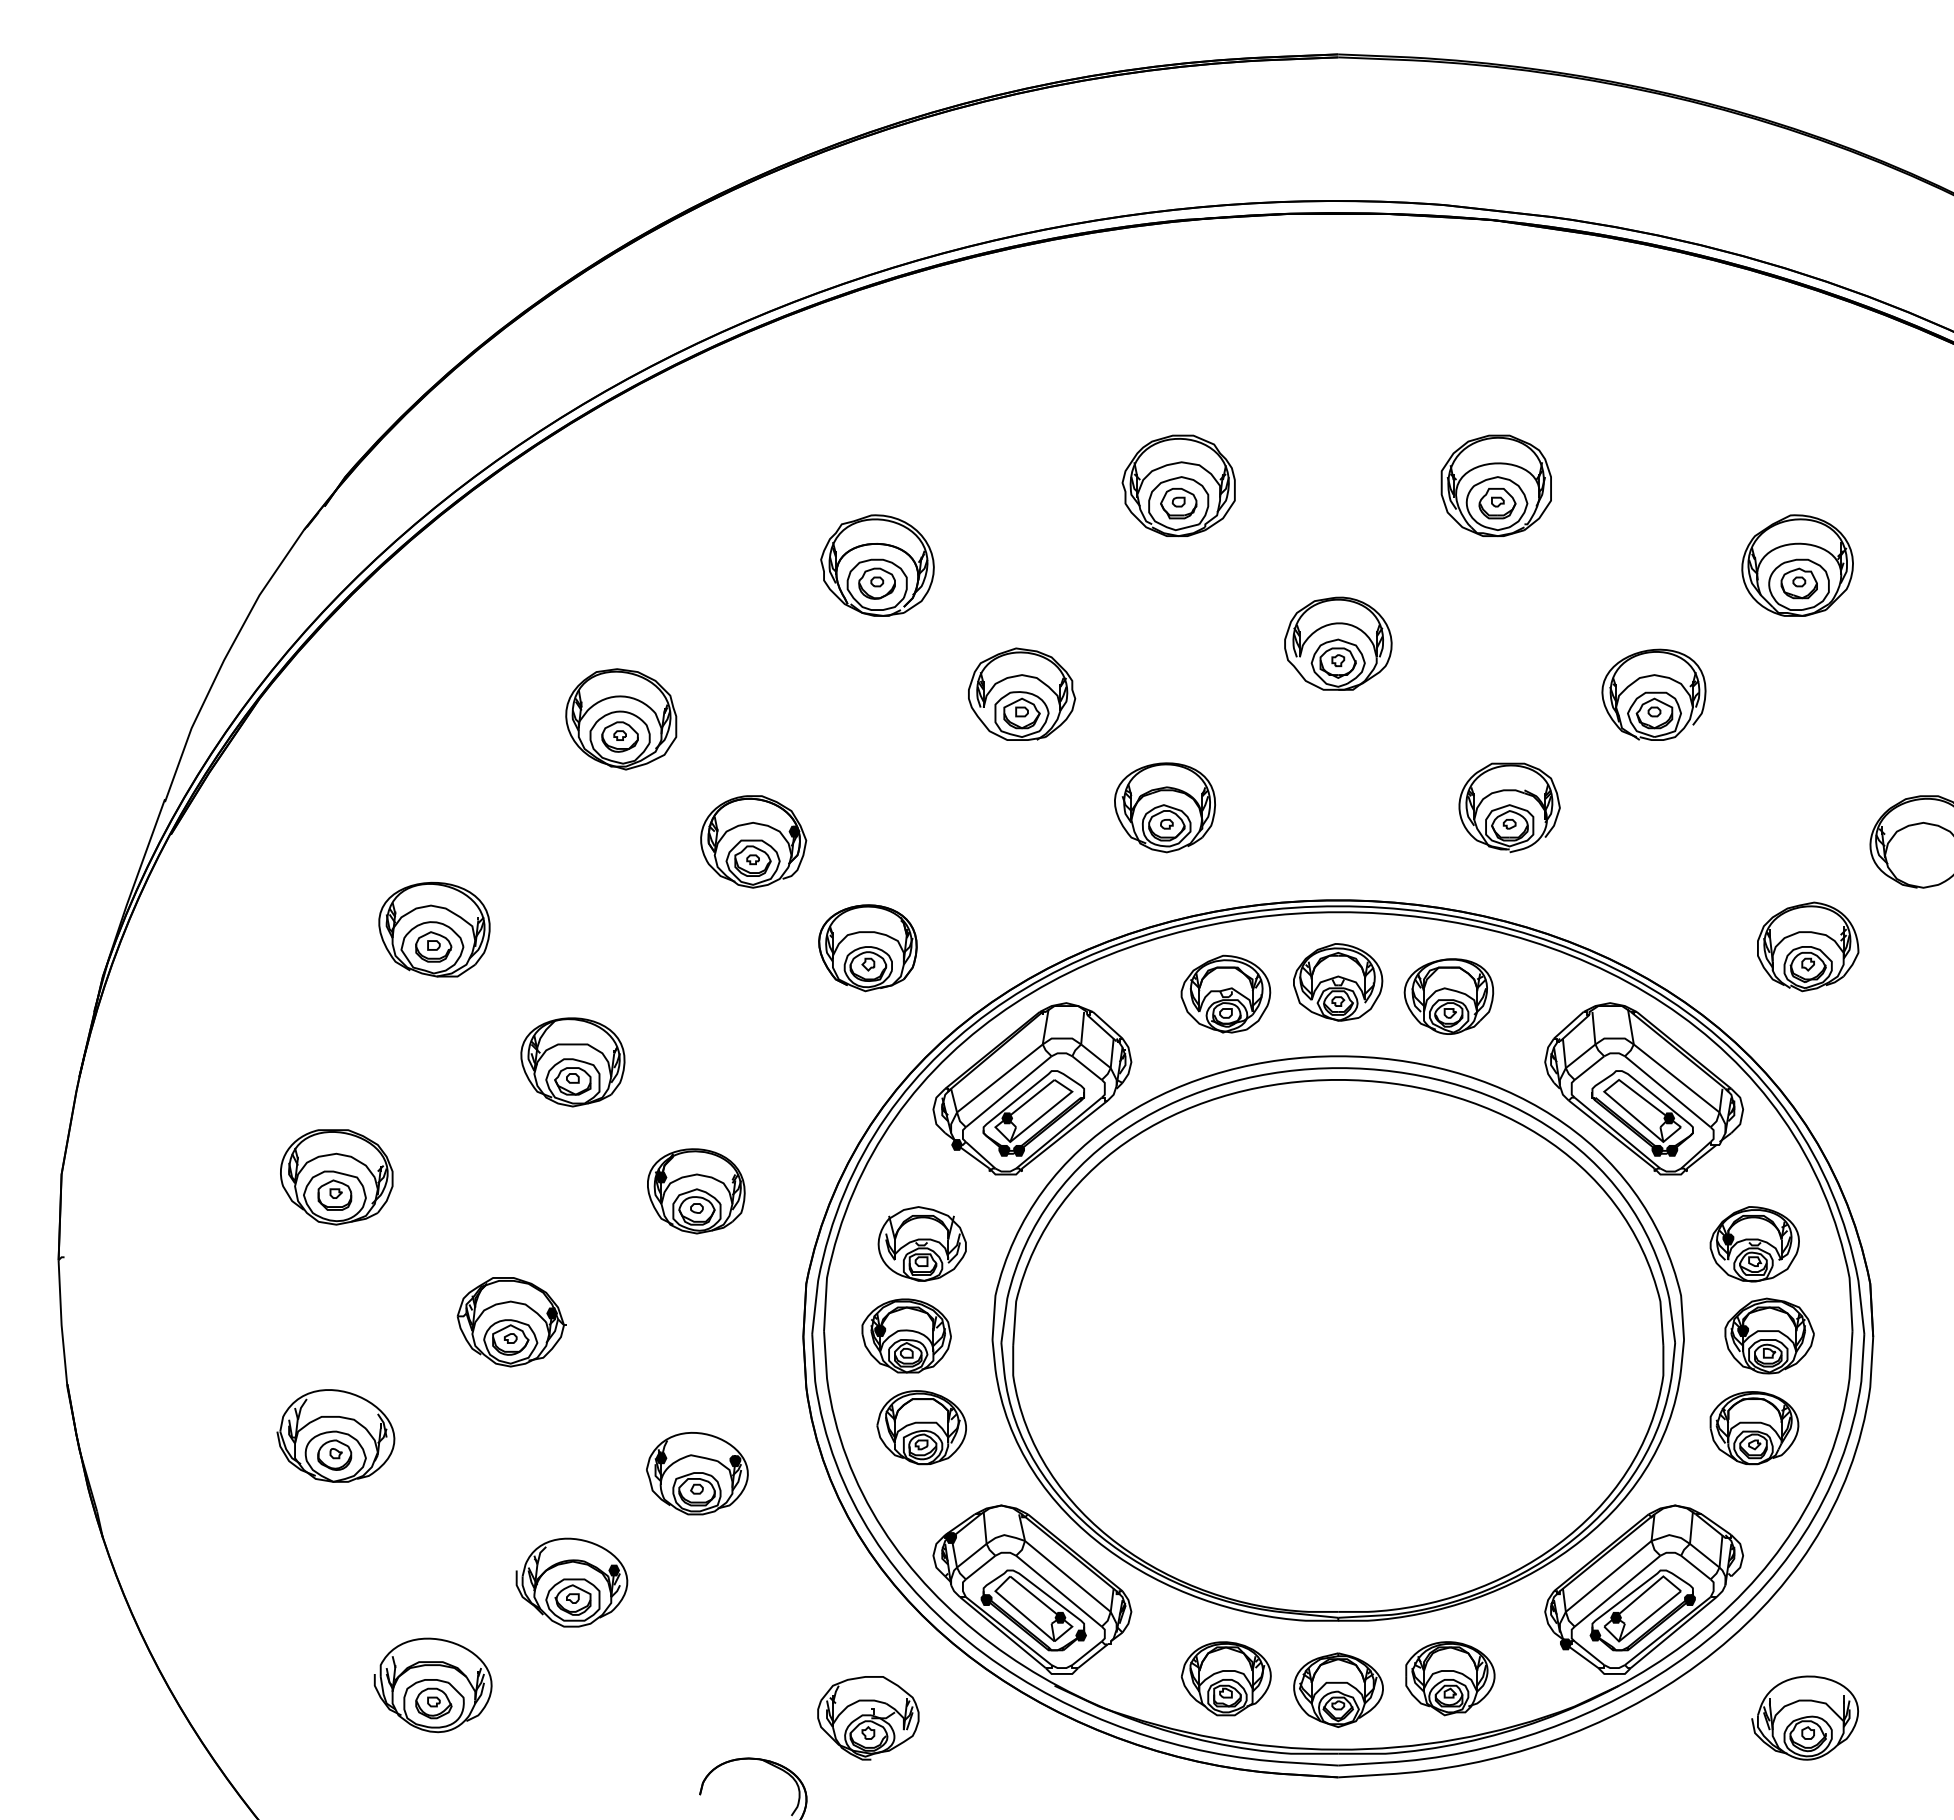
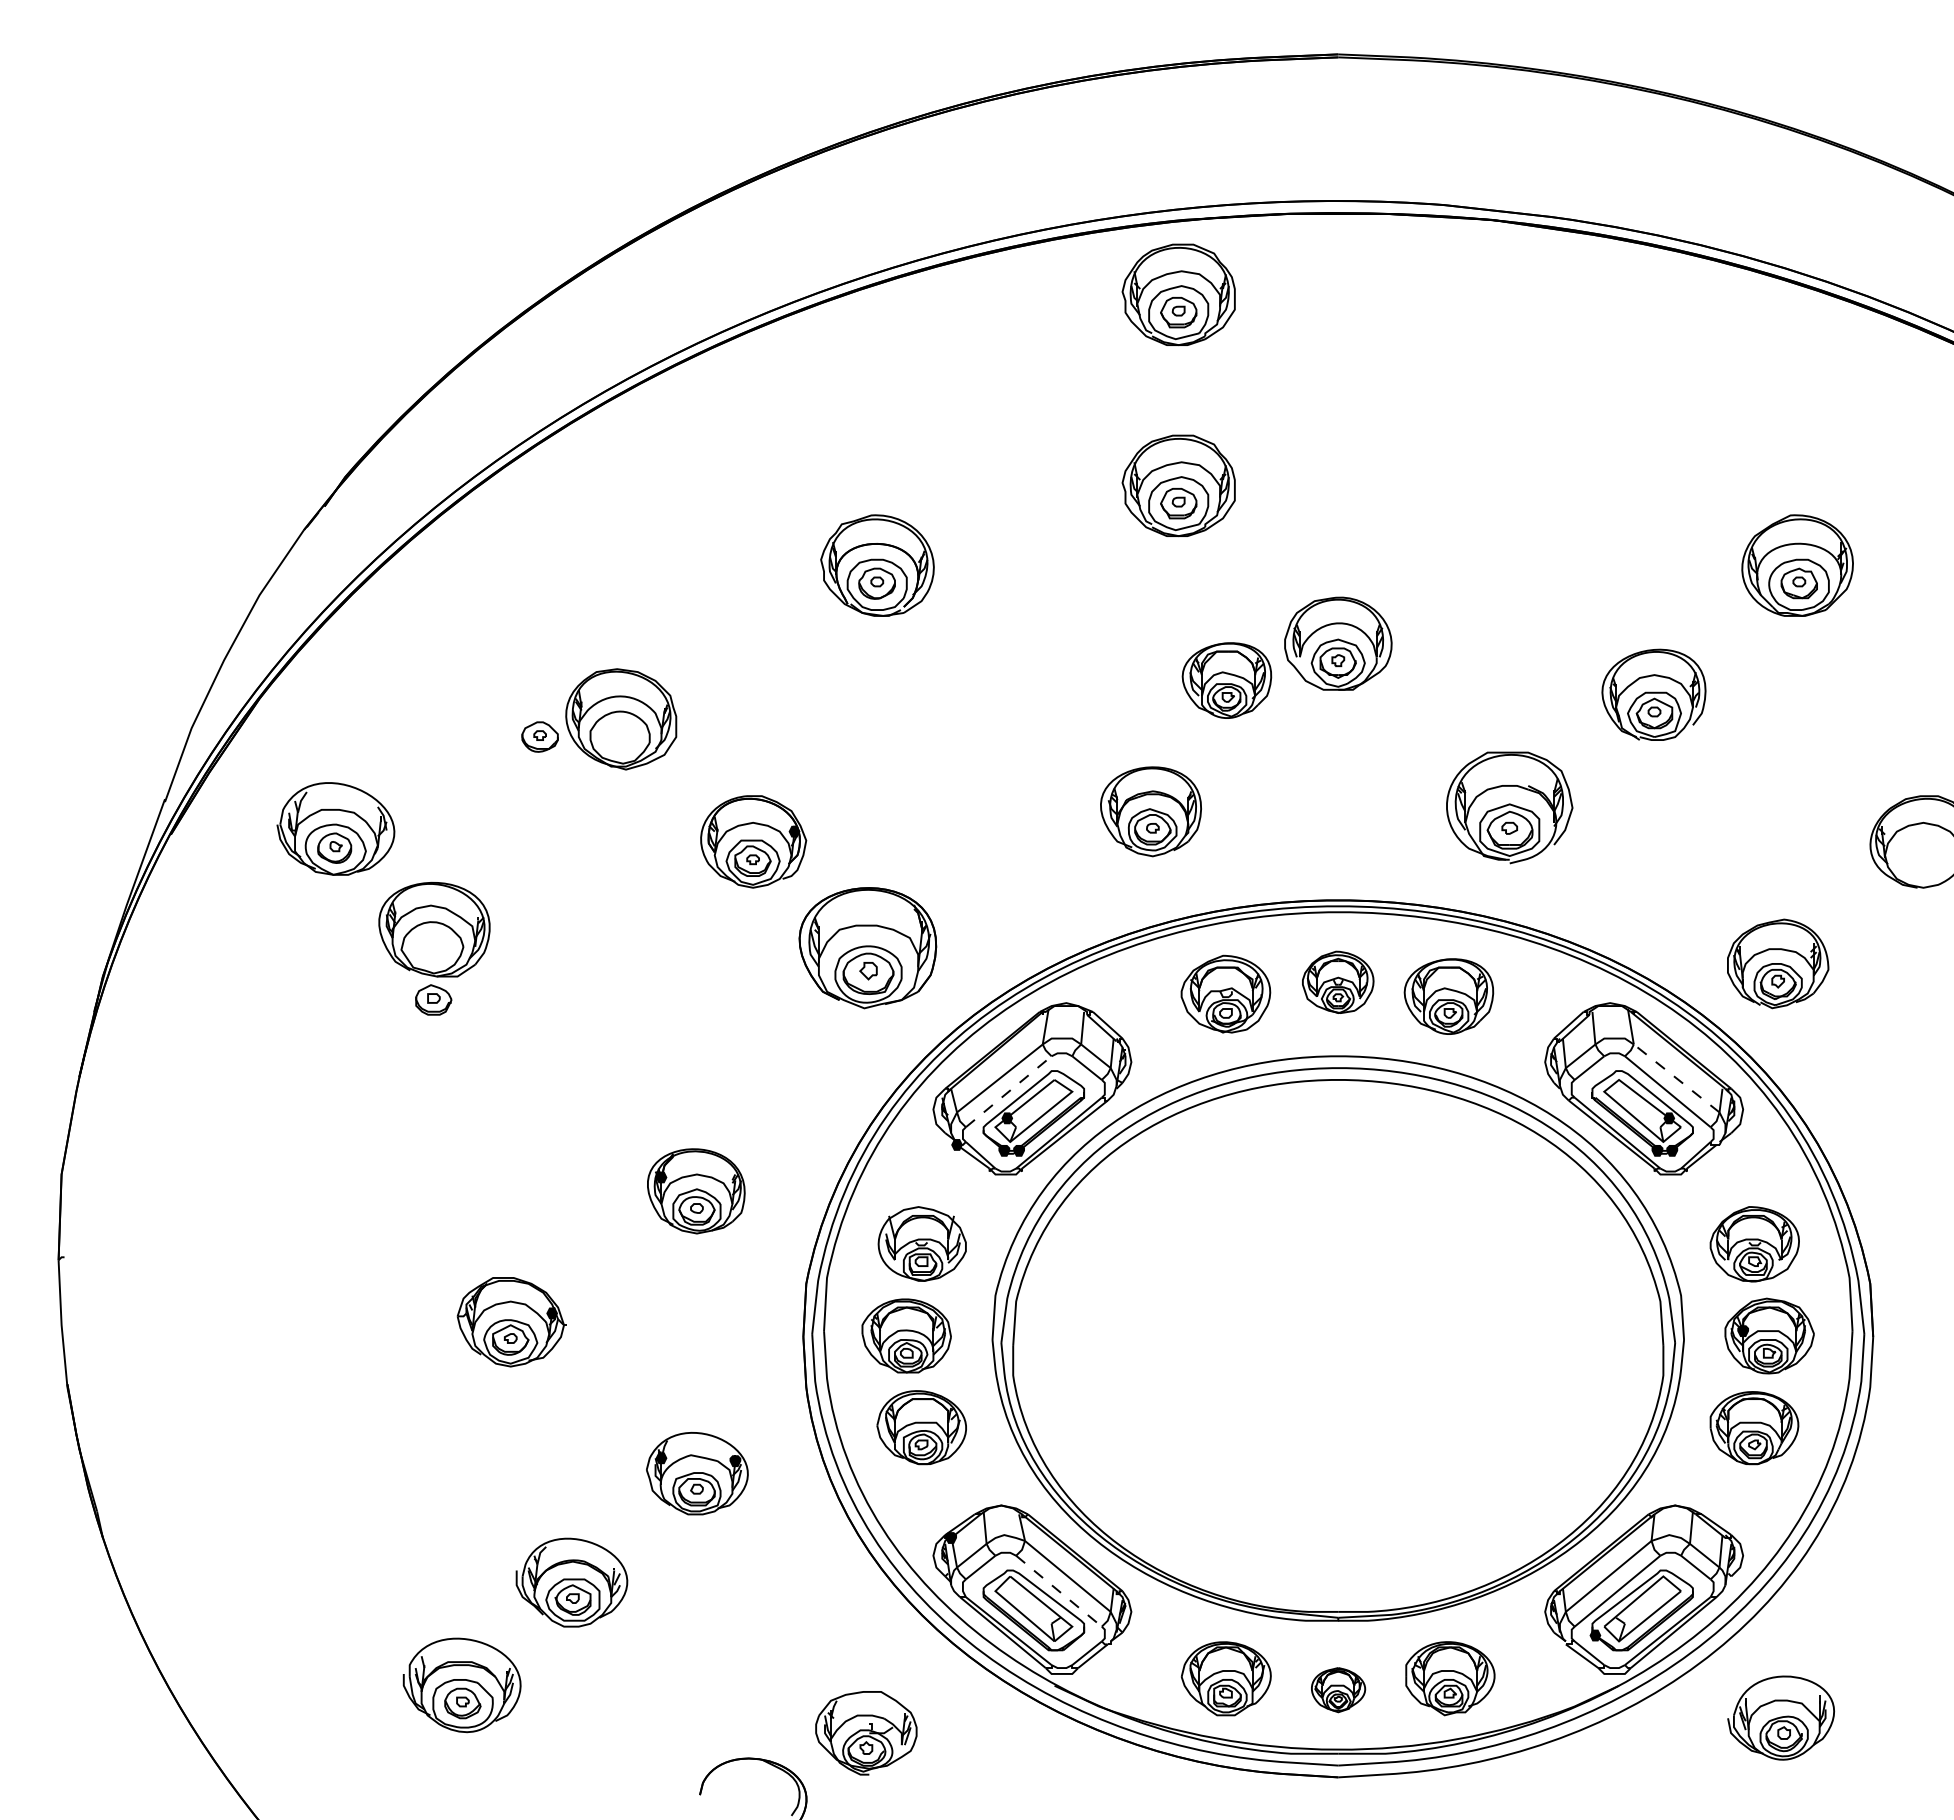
part at (1178, 294): none -> present
part at (1495, 485): present -> none
part at (1226, 680): none -> present
part at (1022, 693): present -> none
part at (619, 736) position: (619, 736) -> (539, 736)
part at (1164, 807) position: (1164, 807) -> (1150, 811)
part at (1509, 807) size: 103x92 px -> 128x114 px
part at (433, 946) position: (433, 946) -> (433, 999)
part at (1808, 946) position: (1808, 946) -> (1778, 963)
part at (867, 948) size: 100x89 px -> 140x123 px
part at (1338, 982) size: 91x79 px -> 73x64 px
part at (572, 1062): present -> none
line at (1676, 1078): solid -> dashed
line at (1008, 1091): solid -> dashed
part at (336, 1177): present -> none
fill at (1728, 1239): present -> none
fill at (880, 1331): present -> none
part at (335, 1435) position: (335, 1435) -> (335, 828)
fill at (614, 1570): present -> none
line at (1059, 1591): solid -> dashed
fill at (986, 1599): present -> none
fill at (1689, 1599): present -> none
fill at (1060, 1617): present -> none
fill at (1616, 1617): present -> none
fill at (1081, 1635): present -> none
fill at (1565, 1644): present -> none
part at (432, 1685) position: (432, 1685) -> (461, 1685)
part at (1338, 1689) size: 91x76 px -> 56x47 px
part at (1804, 1717) position: (1804, 1717) -> (1780, 1717)
part at (868, 1718) position: (868, 1718) -> (866, 1733)
